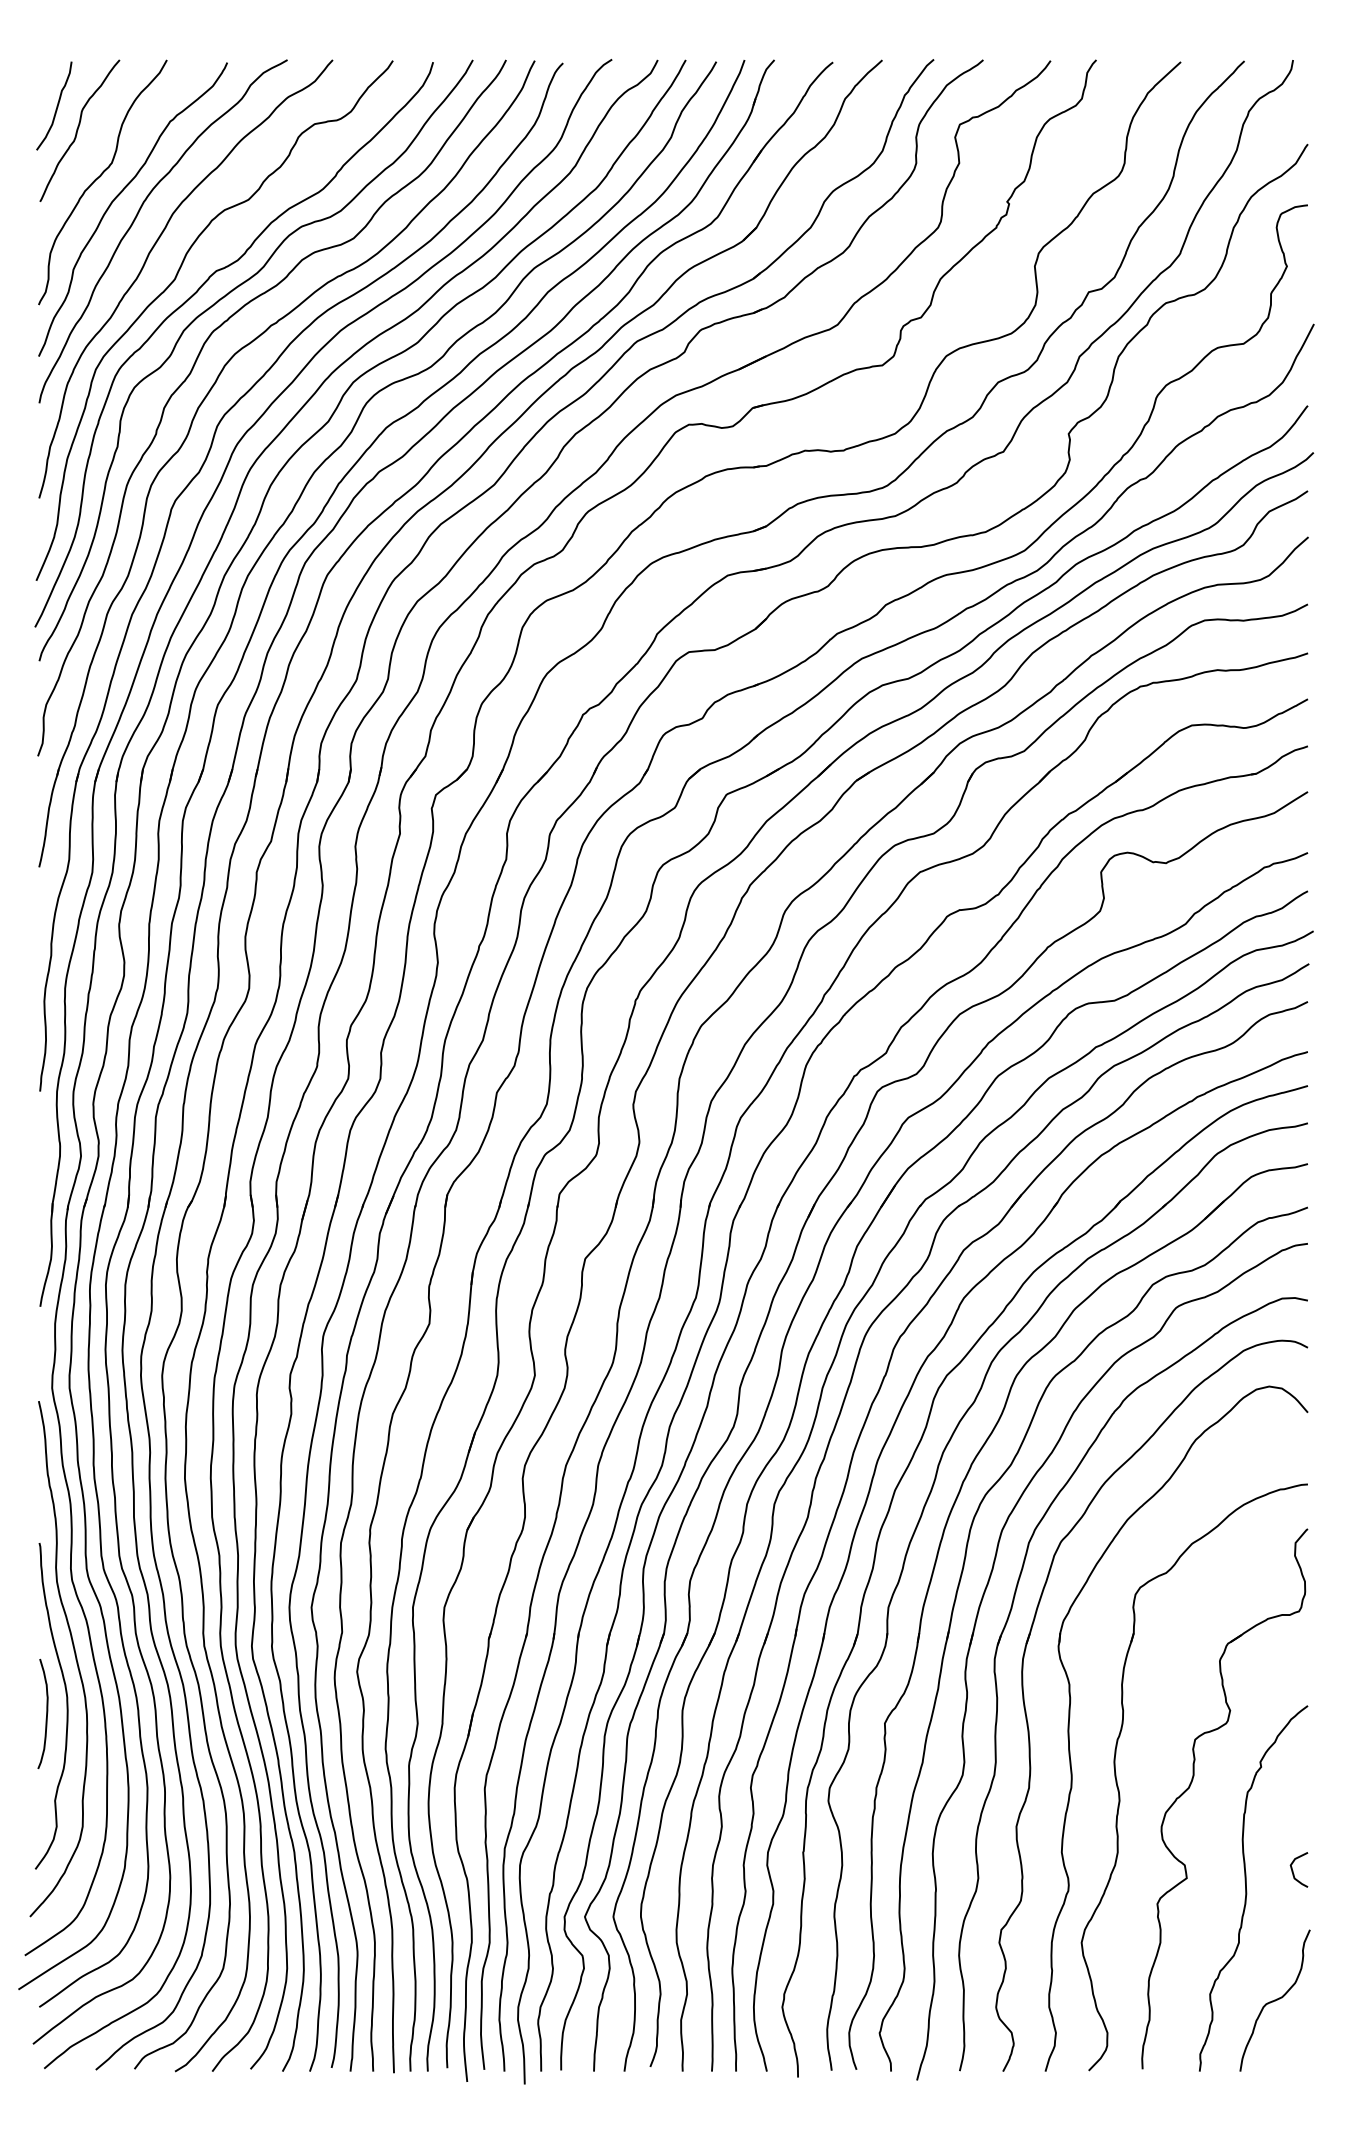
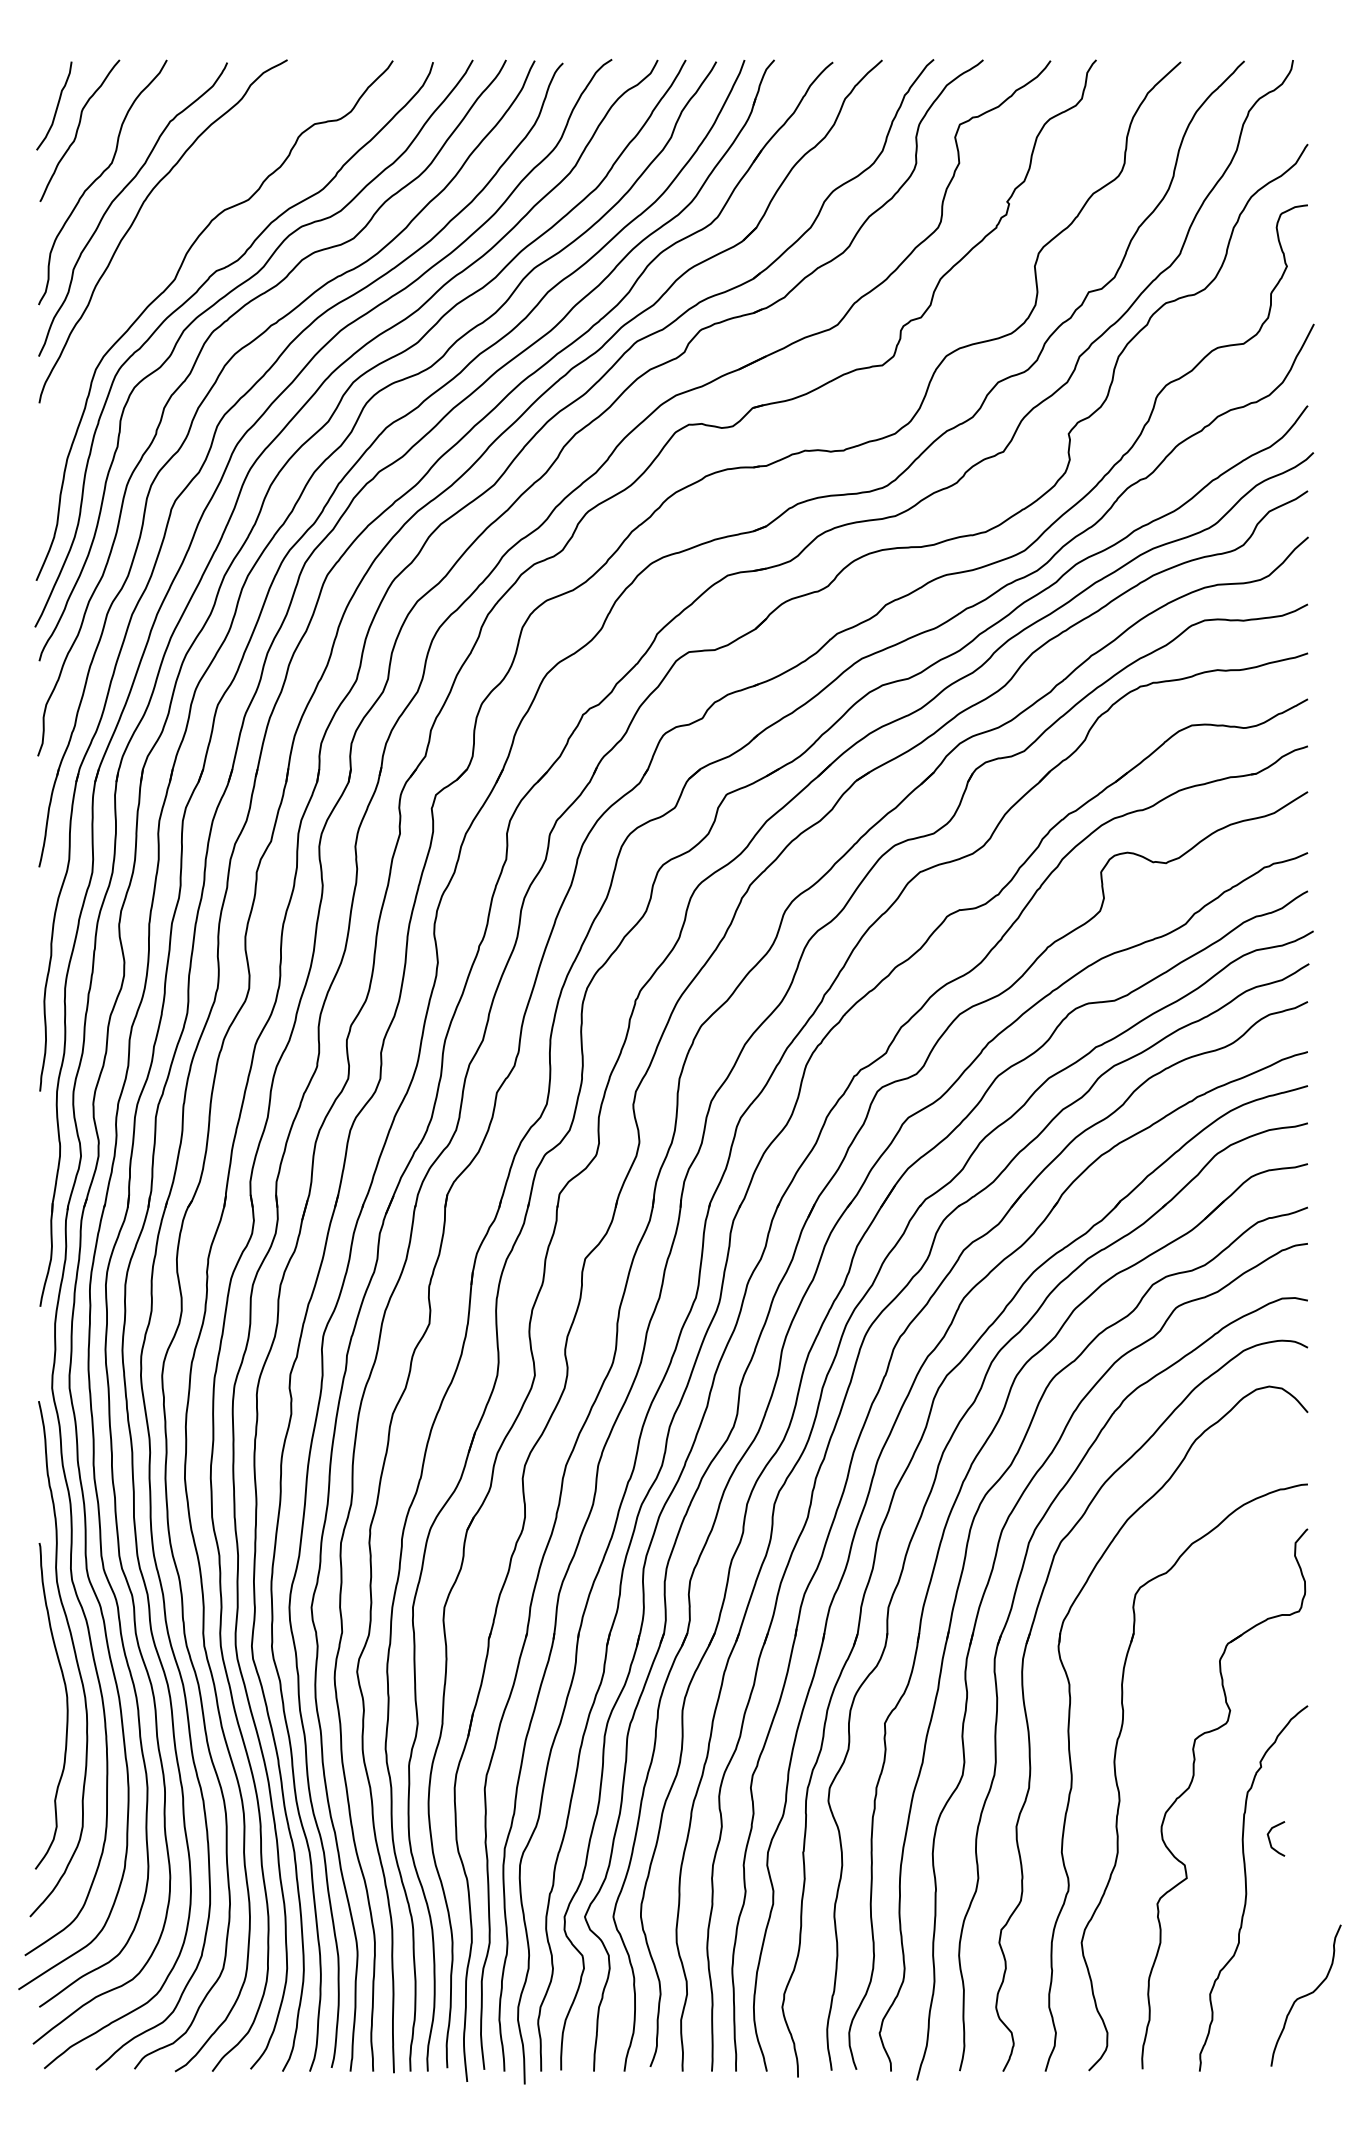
curve at (146, 262): present -> none
curve at (46, 1713): present -> none
curve at (1293, 1870) position: (1293, 1870) -> (1270, 1839)
curve at (1274, 2000) position: (1274, 2000) -> (1305, 1995)
